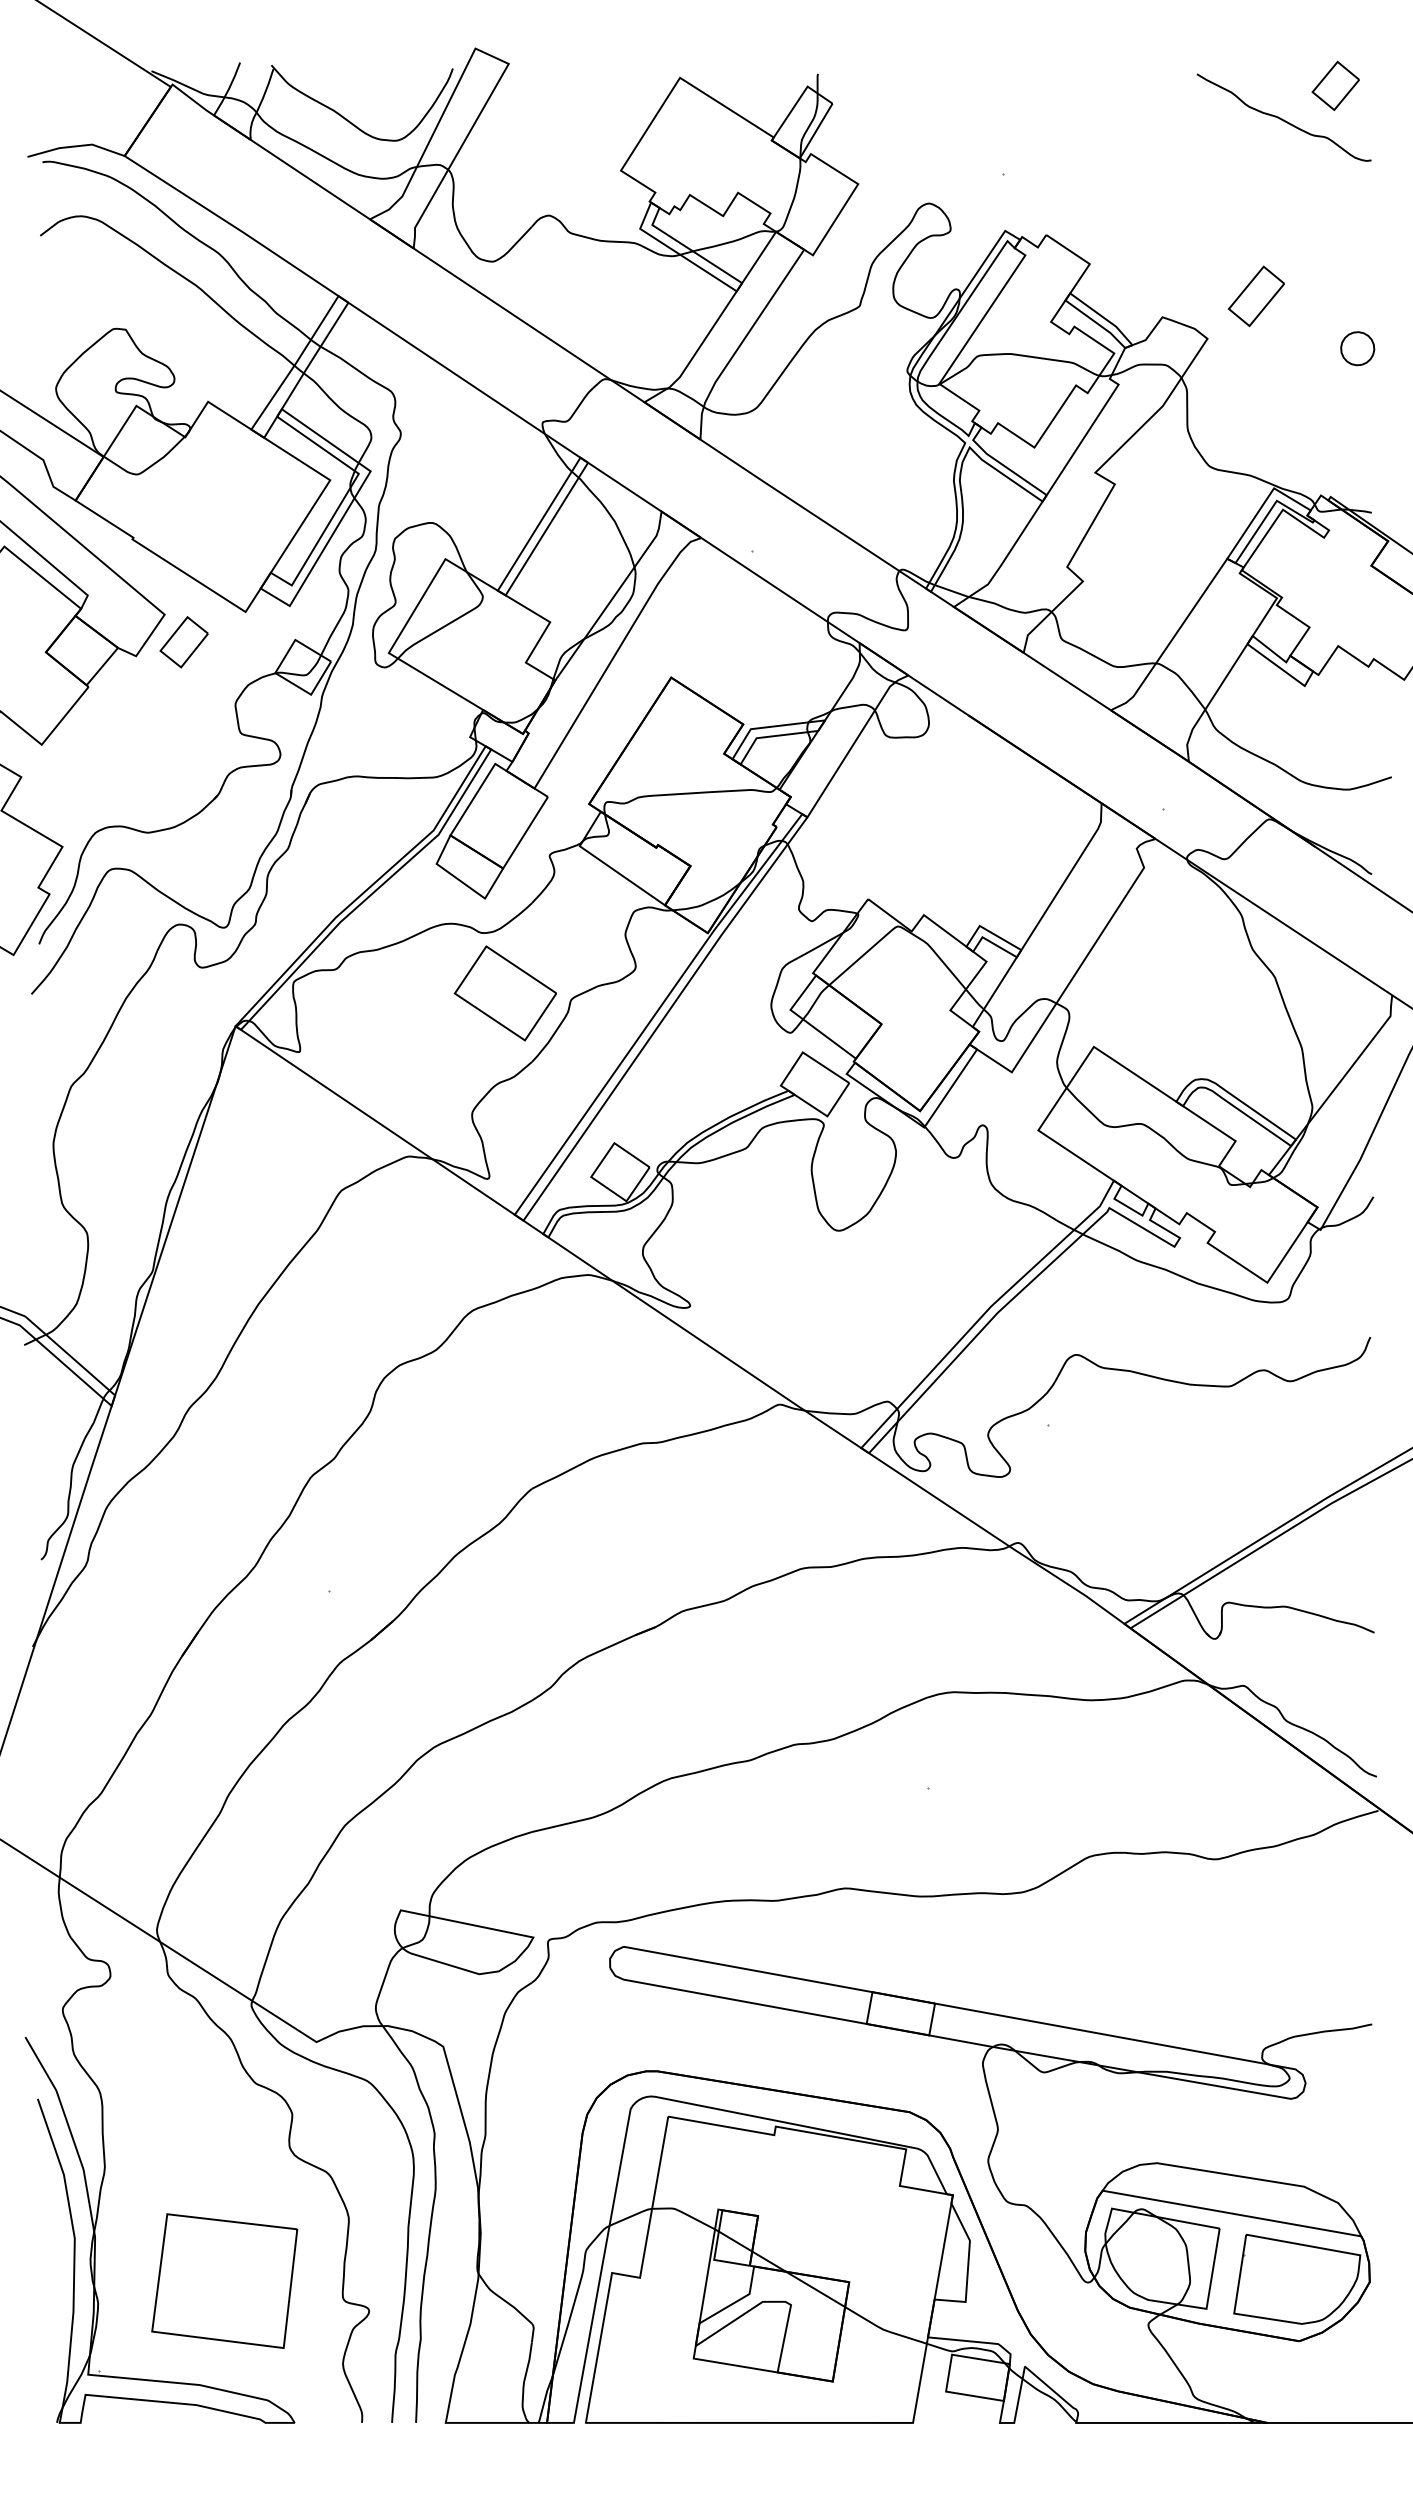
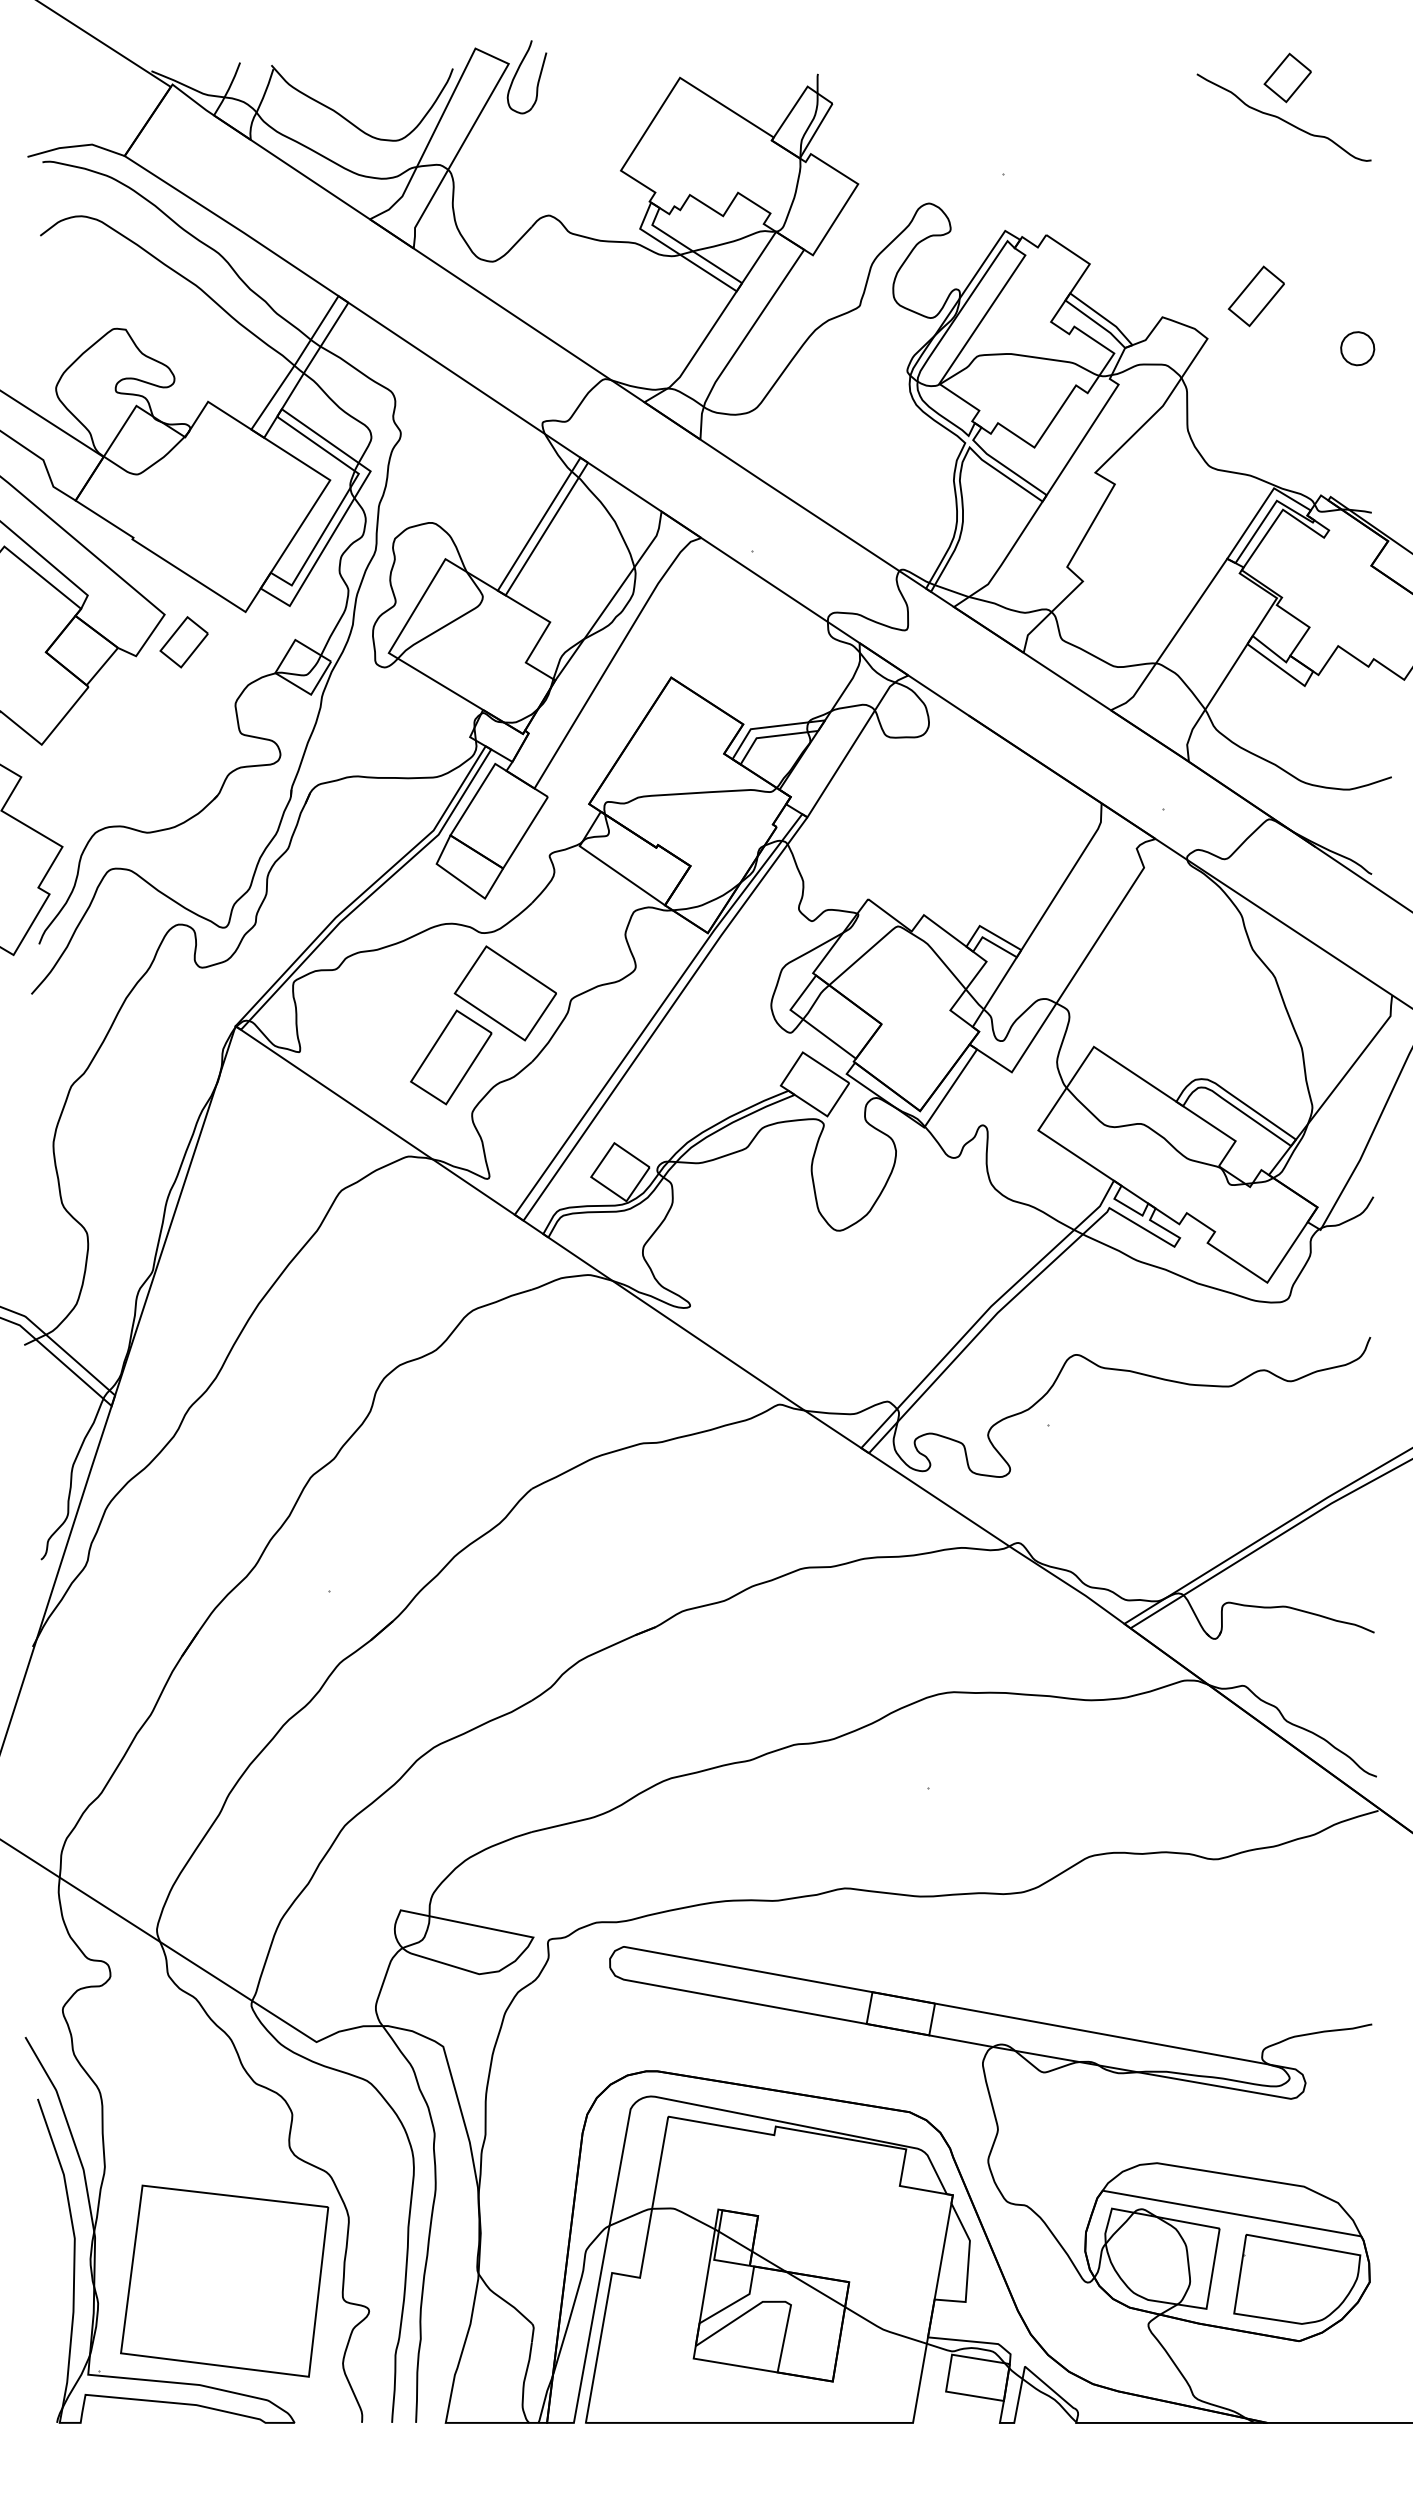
part at (517, 73): none -> present
part at (1335, 85) position: (1335, 85) -> (1287, 77)
part at (451, 1057): none -> present
part at (224, 2280) size: 148x136 px -> 210x194 px
